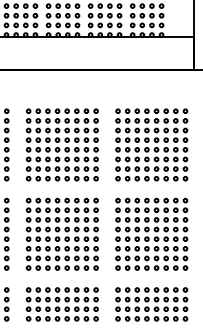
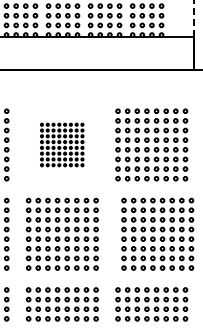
line at (193, 18): solid -> dashed
part at (61, 144) size: 74x74 px -> 45x46 px
part at (151, 233) position: (151, 233) -> (157, 233)
